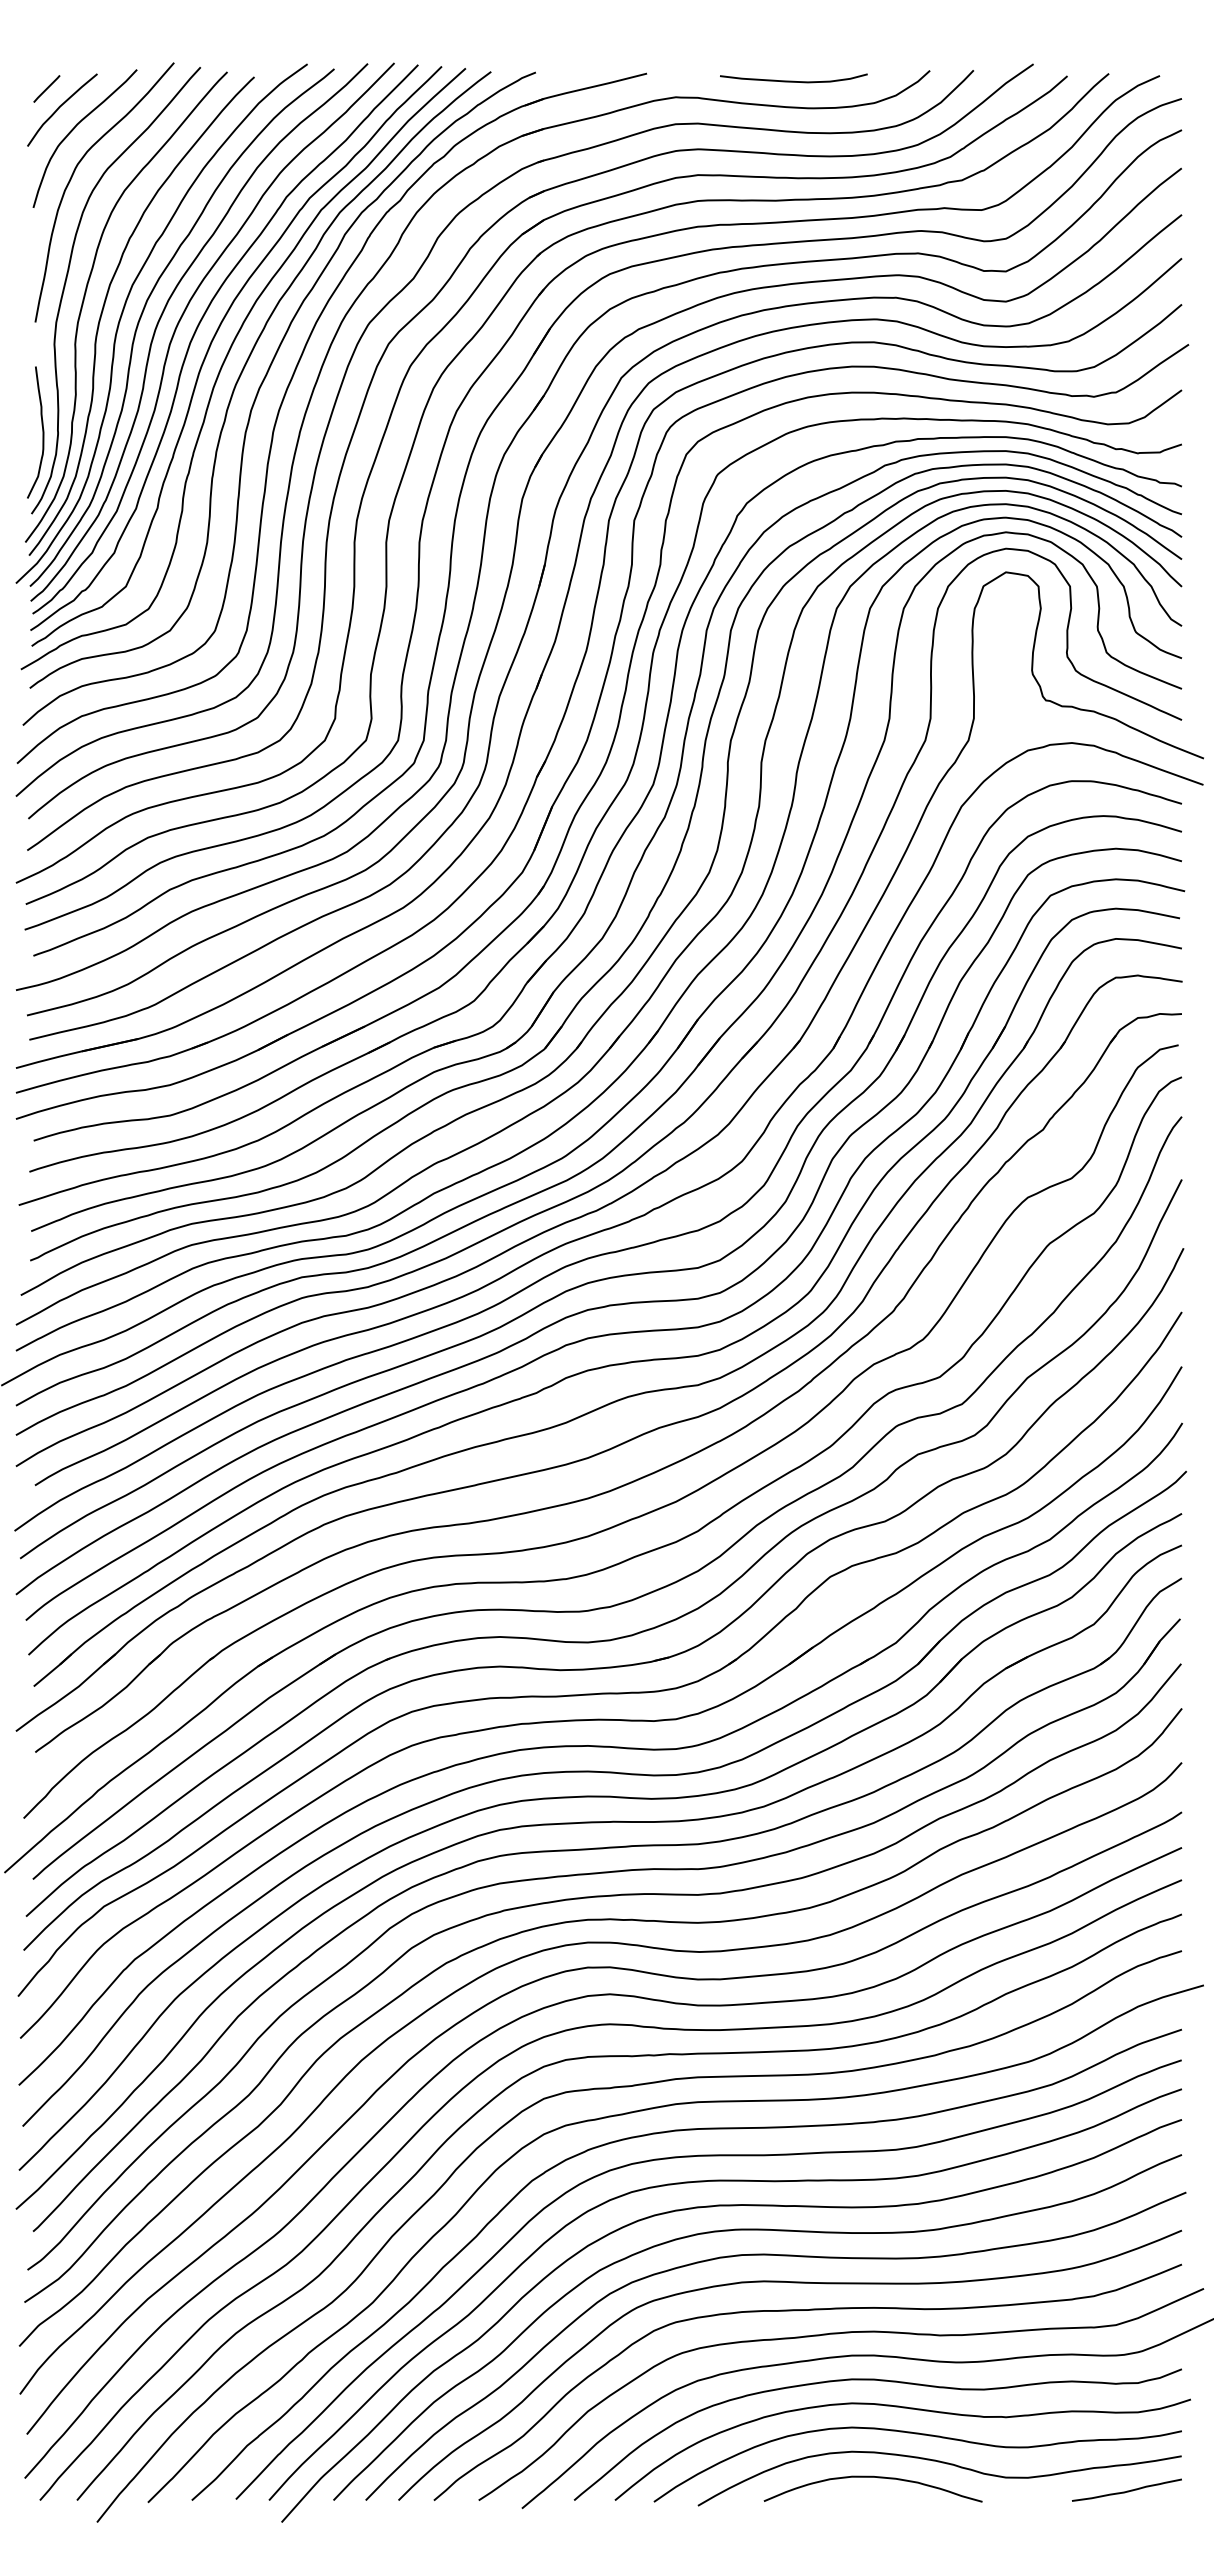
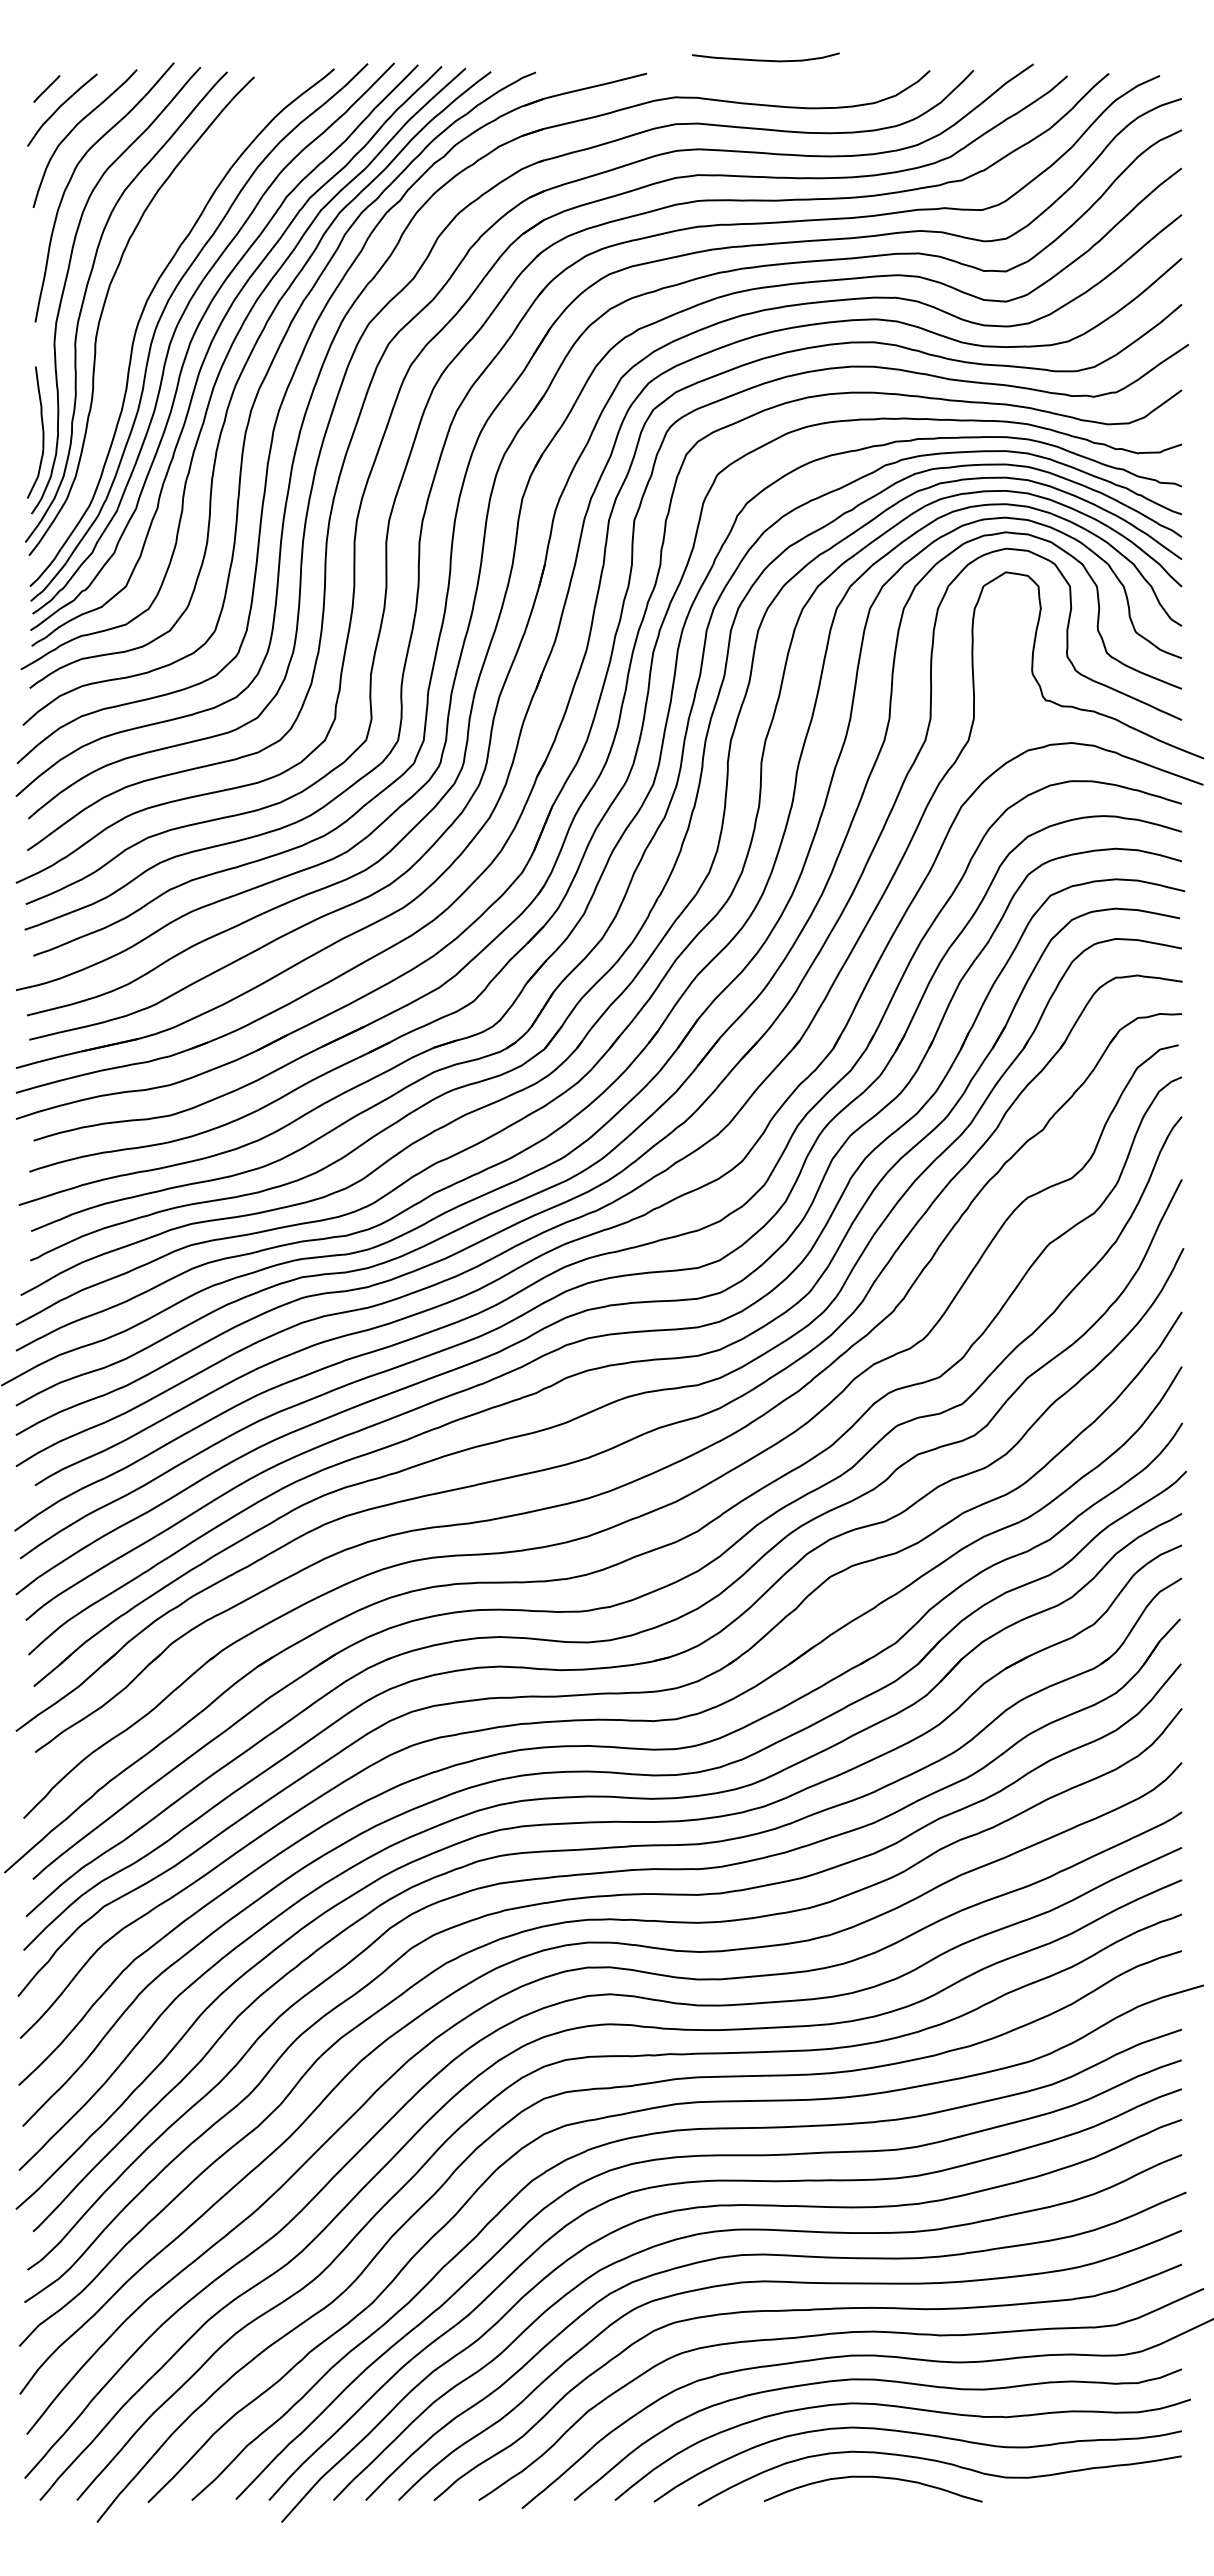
curve at (793, 80) position: (793, 80) -> (765, 59)
curve at (124, 309): present -> none
curve at (1127, 2490): present -> none
